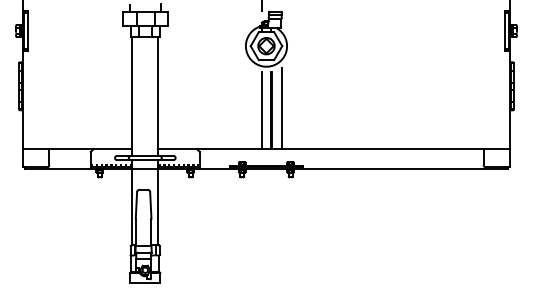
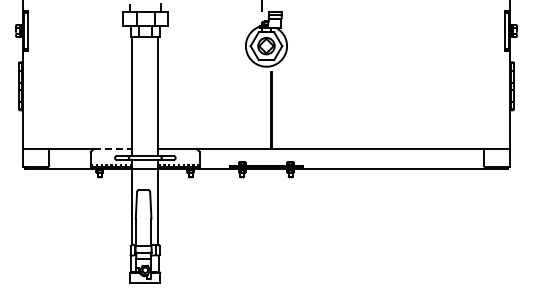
line at (282, 107): present -> none
line at (262, 110): present -> none
line at (113, 148): solid -> dashed
